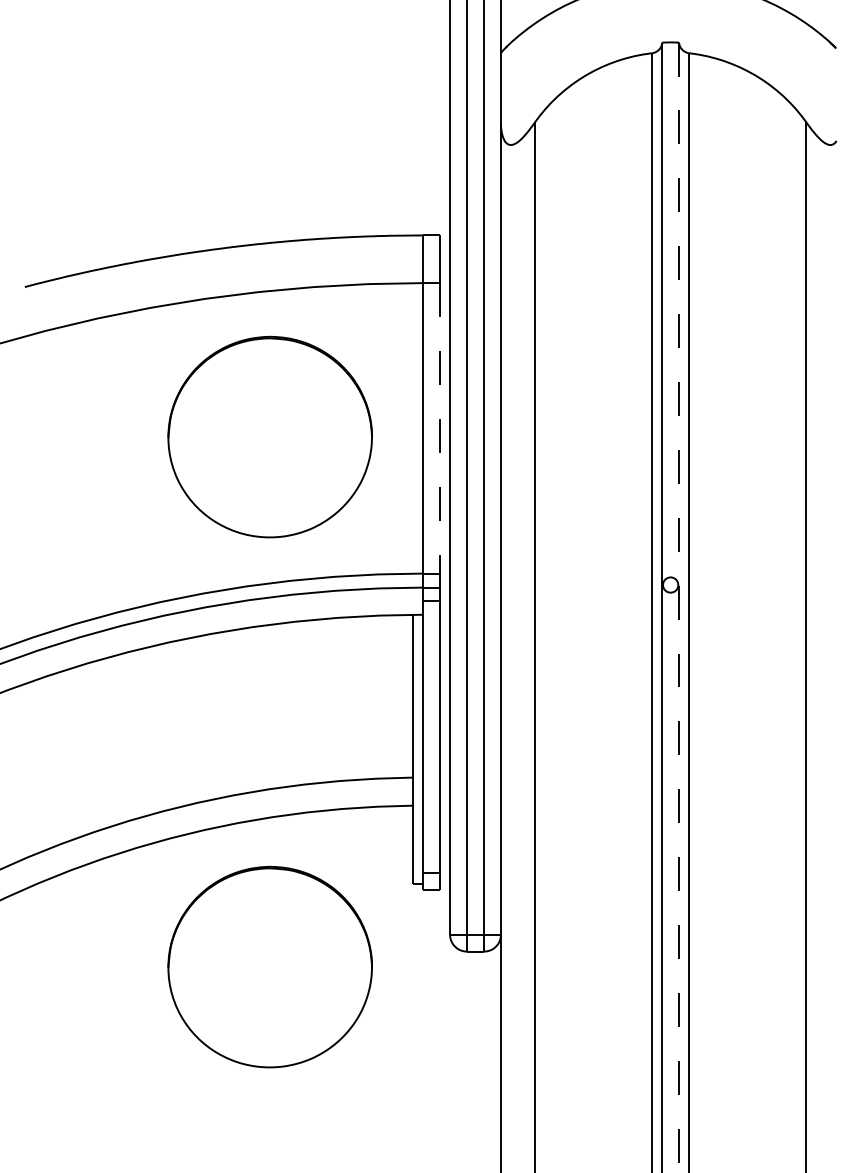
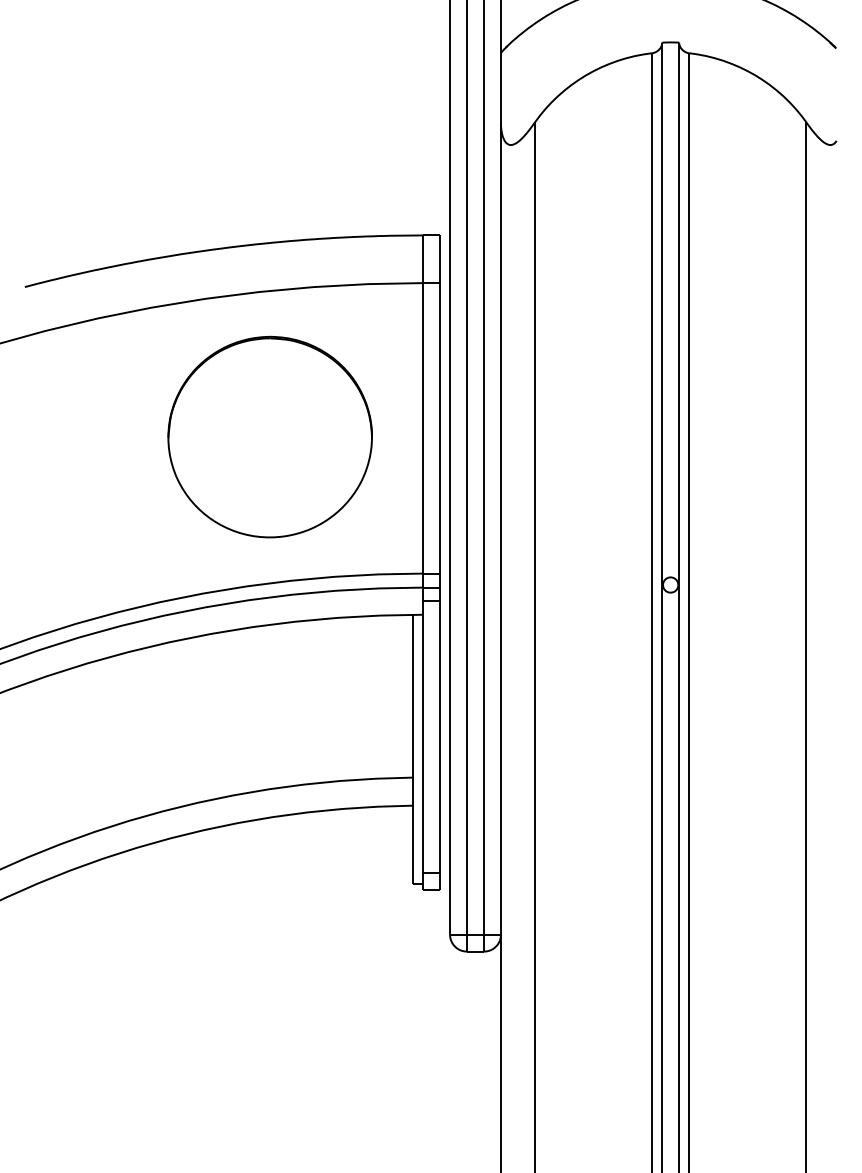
line at (439, 428): dashed -> solid
line at (679, 607): dashed -> solid
part at (269, 966): present -> none
